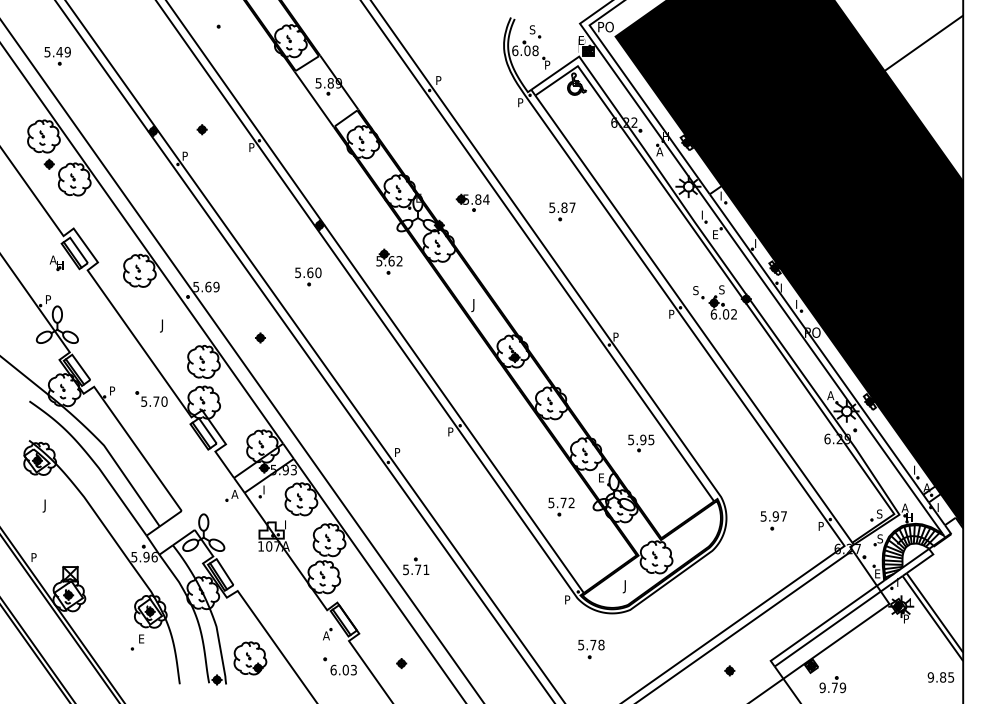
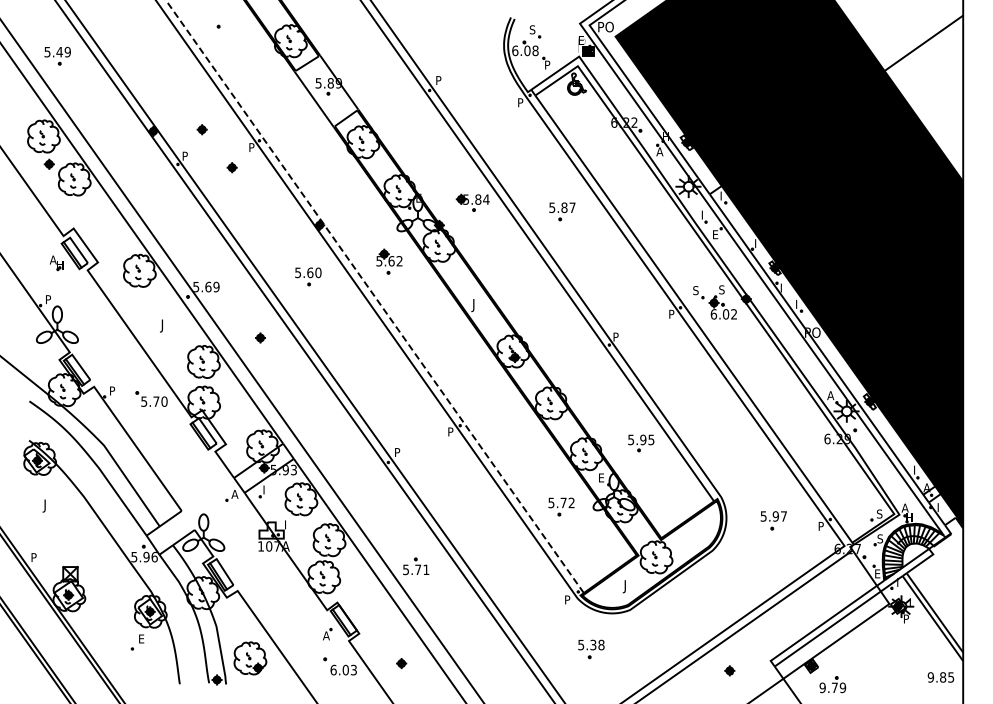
part at (231, 167): none -> present
line at (374, 296): solid -> dashed
text at (593, 644): 5.78 -> 5.38
